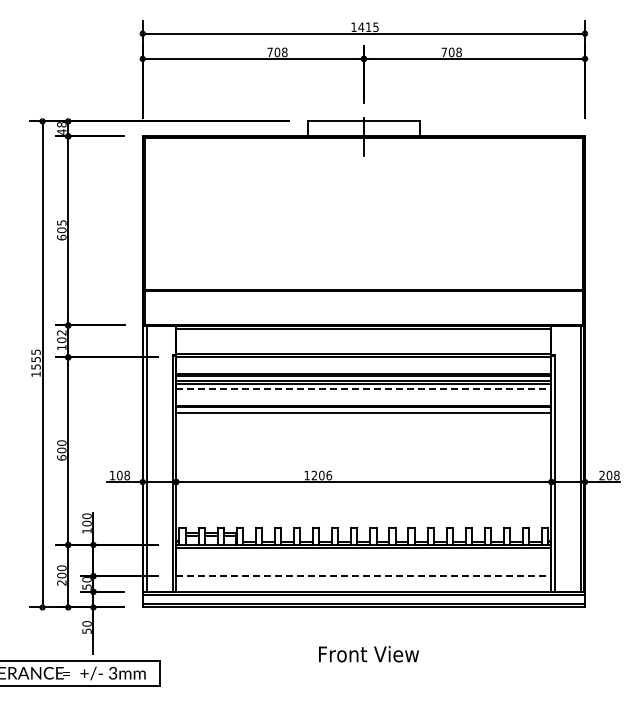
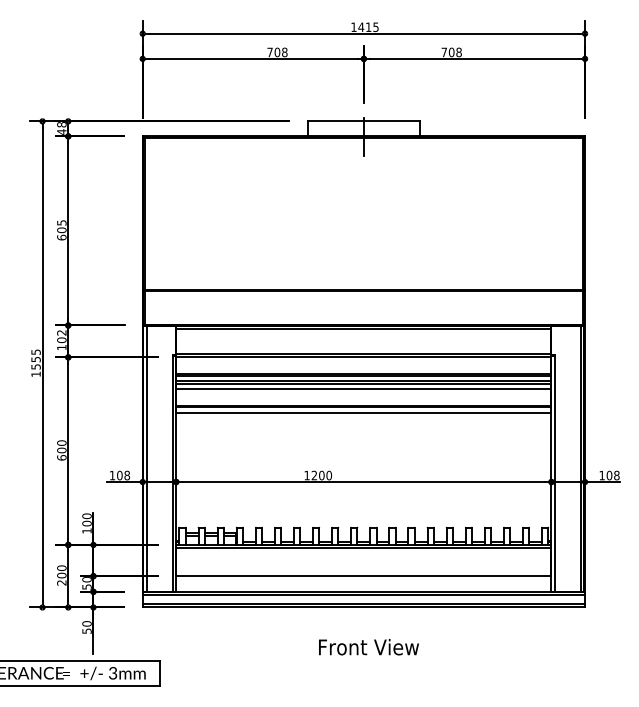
line at (364, 389): dashed -> solid
text at (329, 474): 1206 -> 1200
text at (601, 475): 208 -> 108
line at (364, 576): dashed -> solid
text at (368, 654) position: (368, 654) -> (368, 647)
